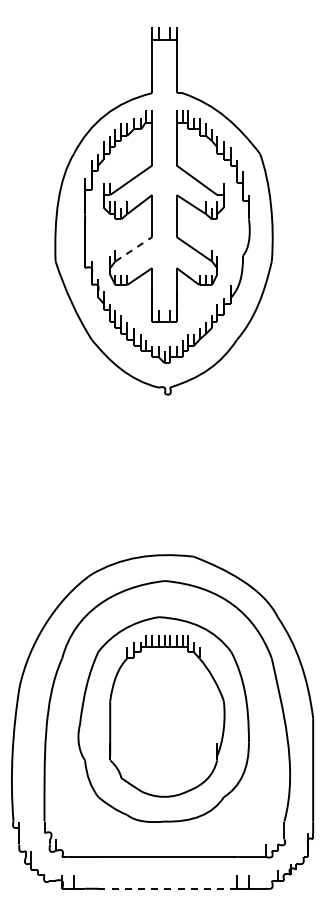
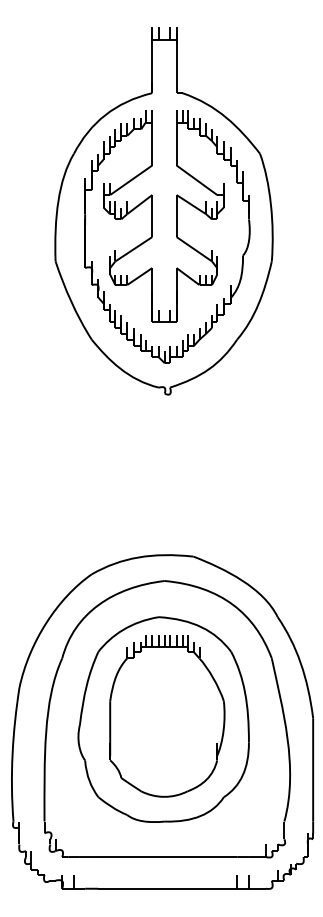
line at (134, 249): dashed -> solid
line at (168, 888): dashed -> solid
